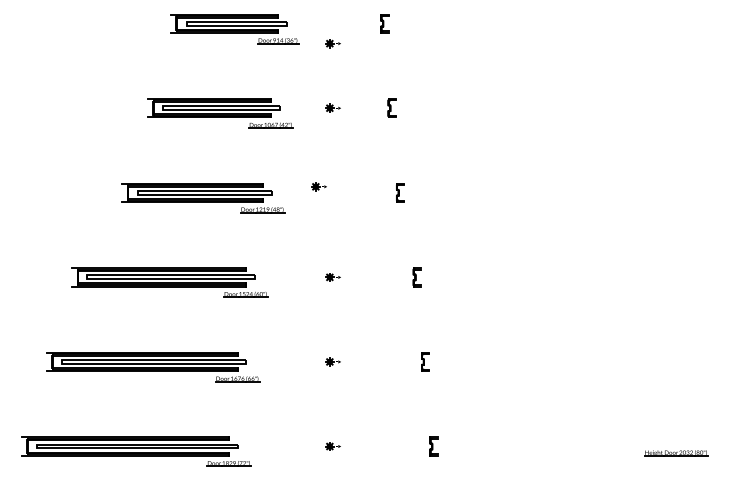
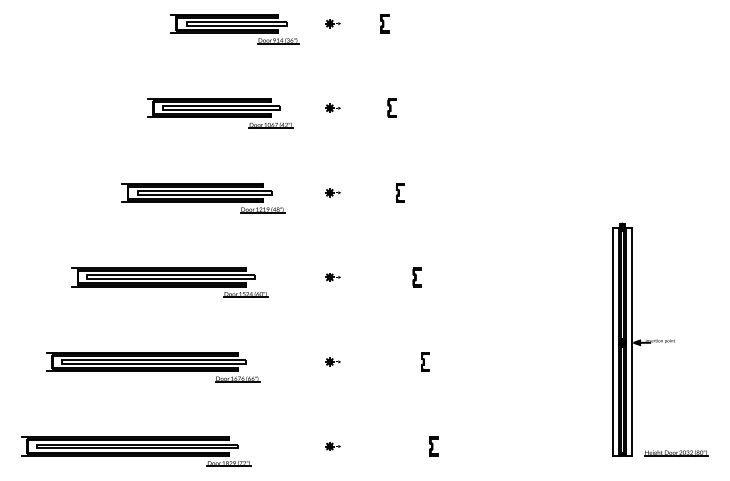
part at (332, 43) position: (332, 43) -> (332, 23)
part at (318, 186) position: (318, 186) -> (332, 192)
part at (643, 339): none -> present
